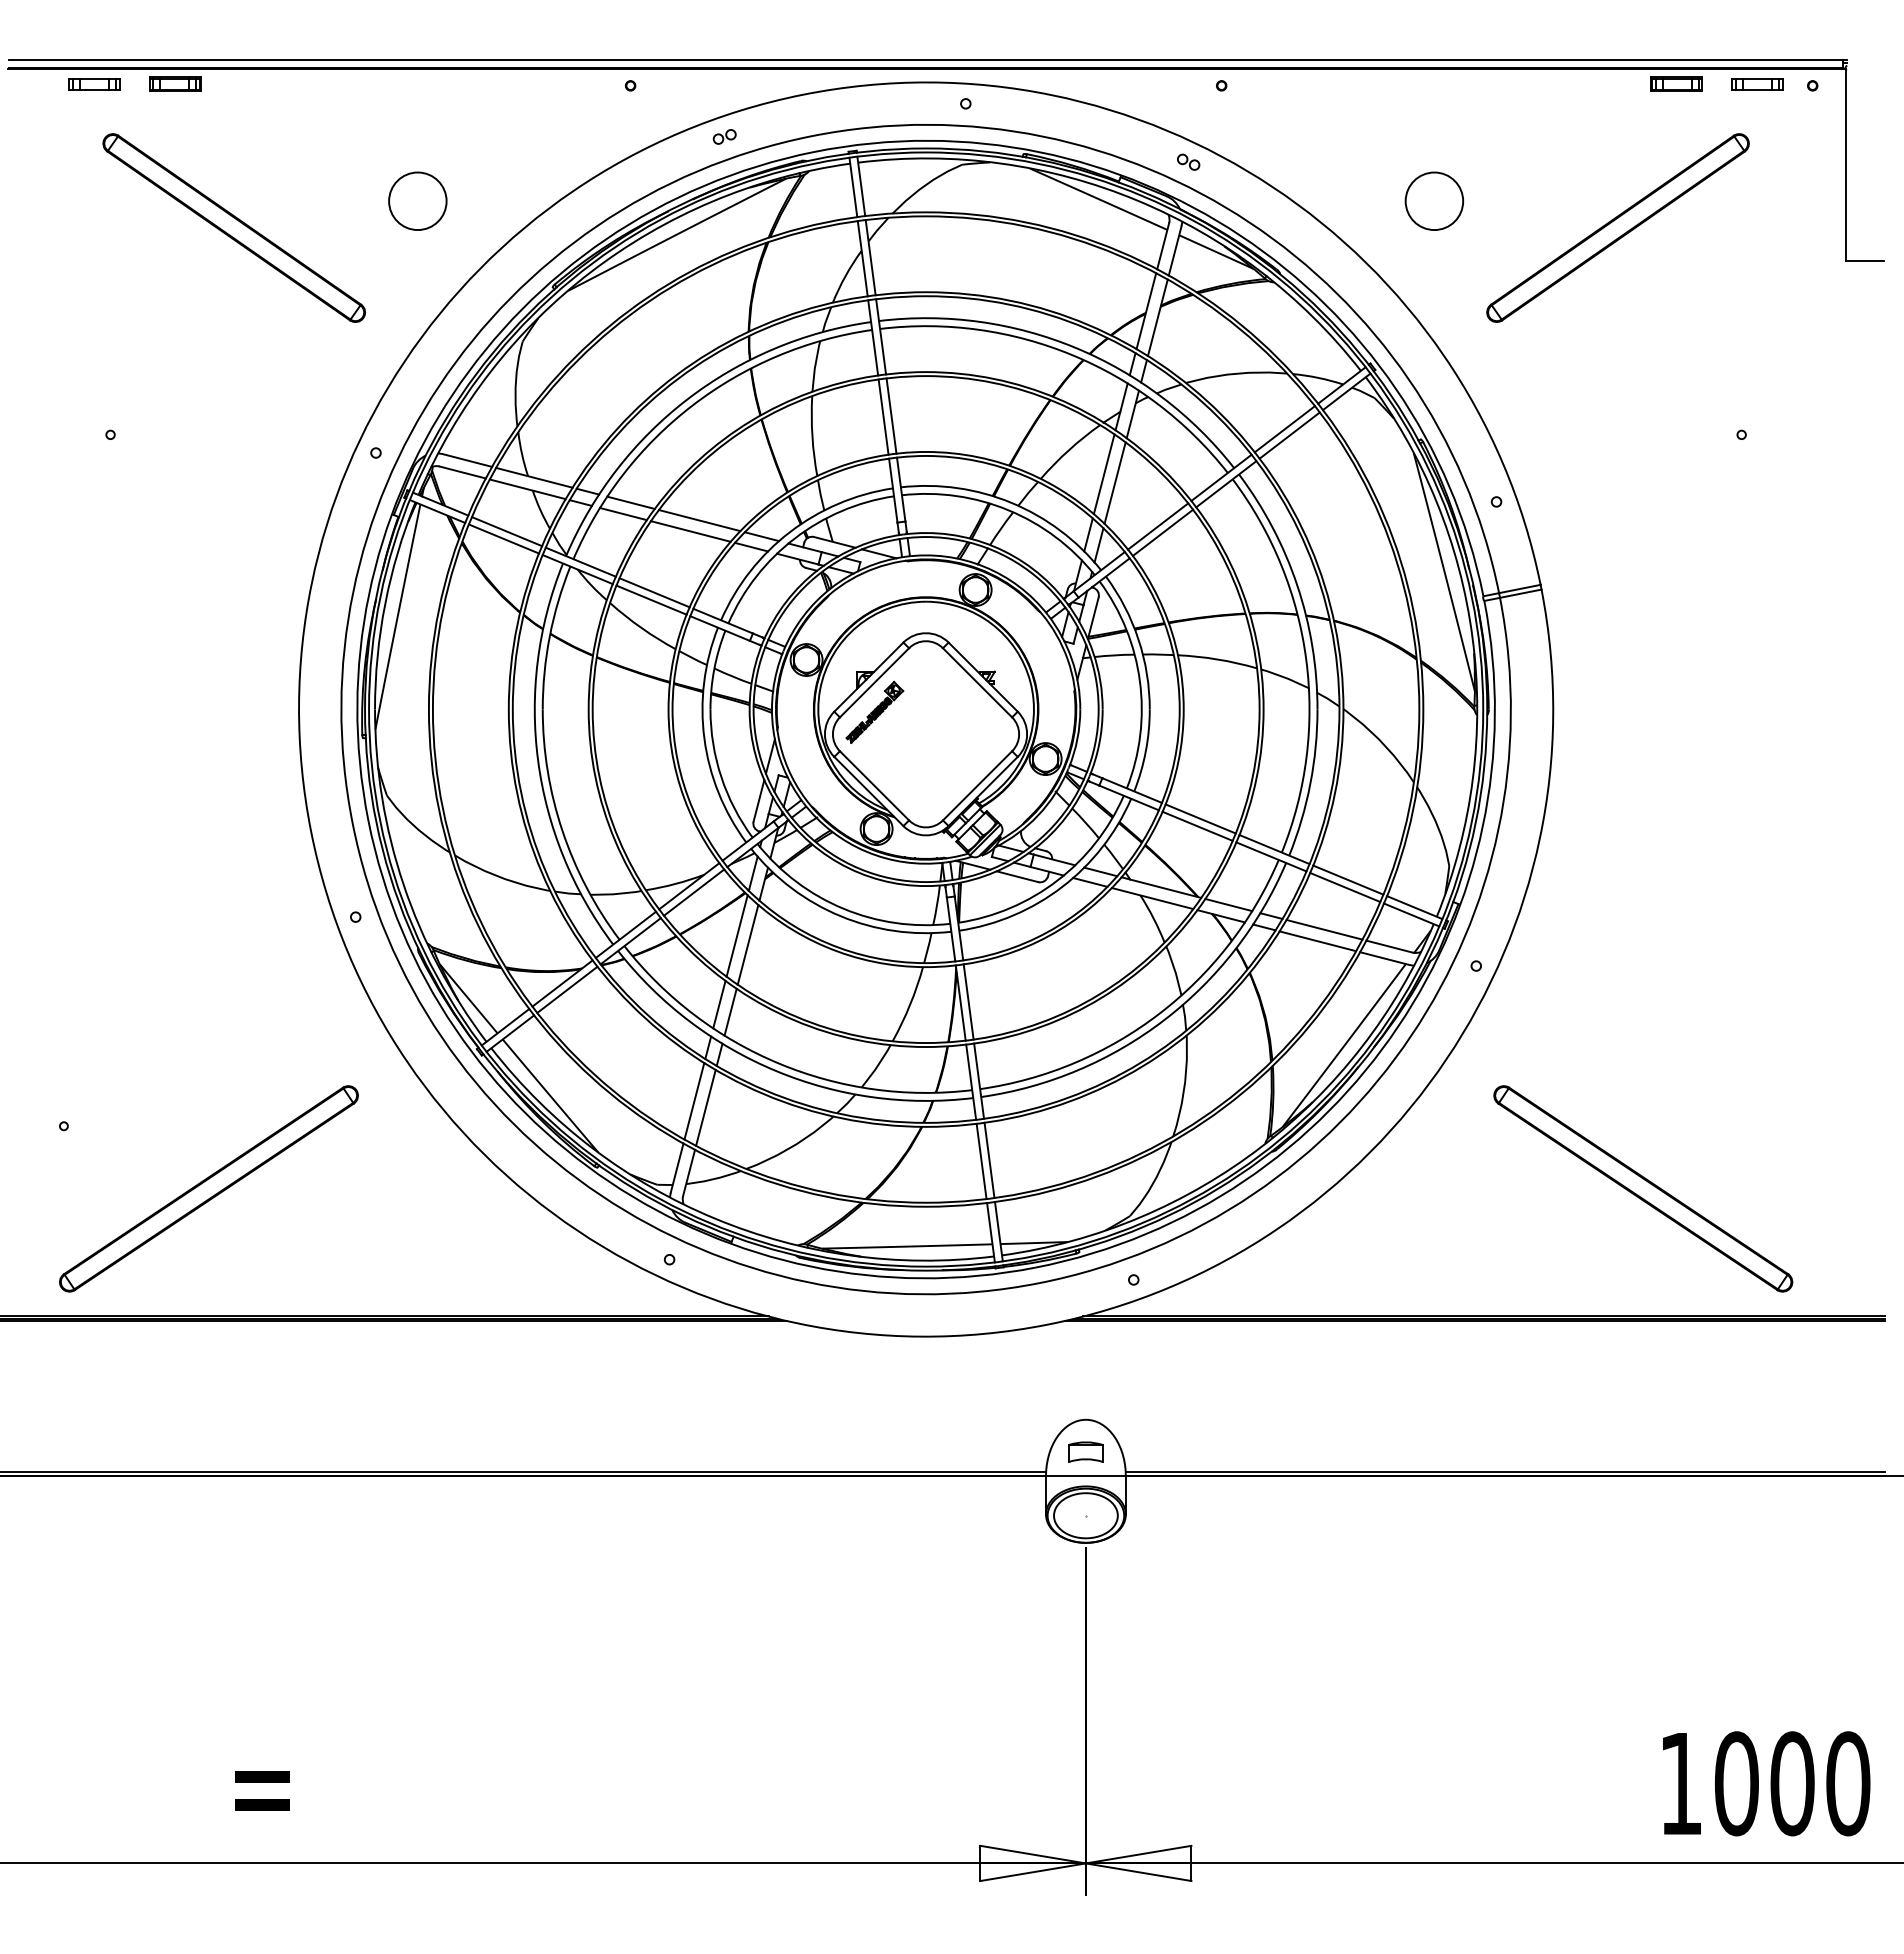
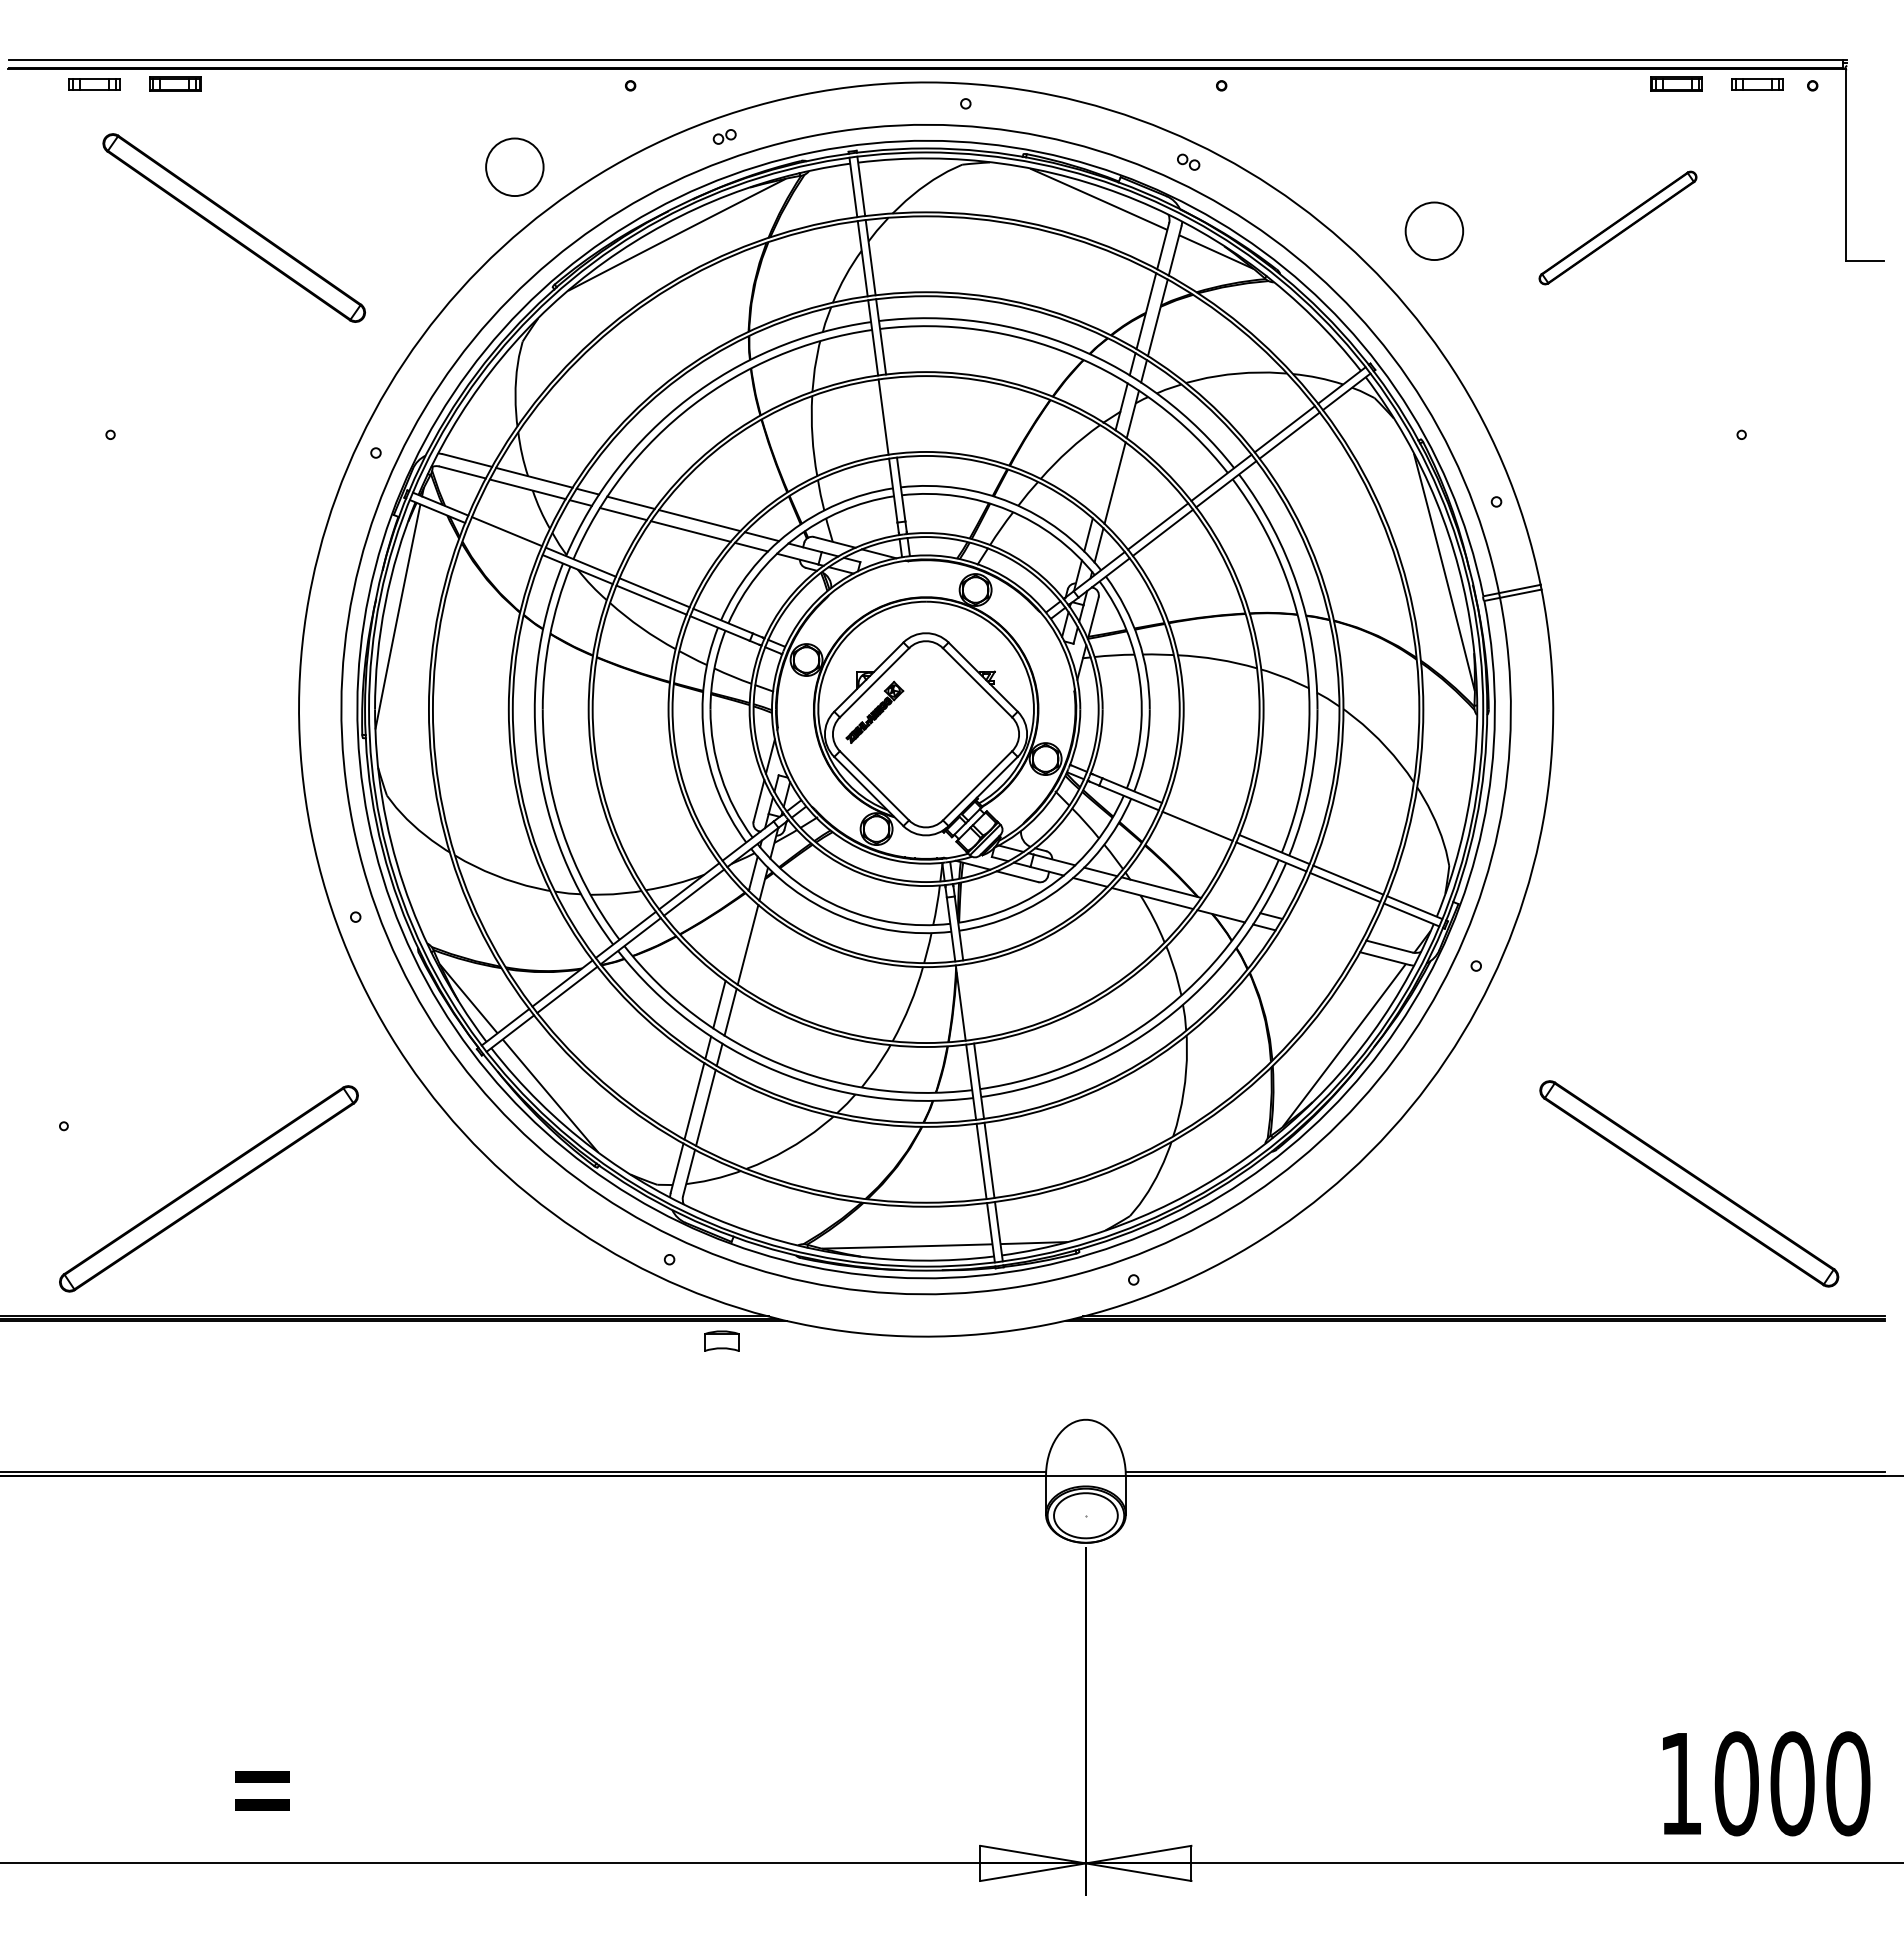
circle at (417, 200) position: (417, 200) -> (514, 166)
circle at (1434, 200) position: (1434, 200) -> (1434, 230)
part at (1617, 227) size: 264x190 px -> 160x116 px
line at (891, 415): present -> none
line at (1103, 474): present -> none
line at (503, 538): present -> none
line at (1200, 818): present -> none
line at (1228, 905): present -> none
line at (1324, 929): present -> none
line at (736, 935): present -> none
line at (1317, 941): present -> none
line at (968, 1001): present -> none
part at (1643, 1188) position: (1643, 1188) -> (1689, 1183)
part at (1085, 1451) position: (1085, 1451) -> (721, 1340)
